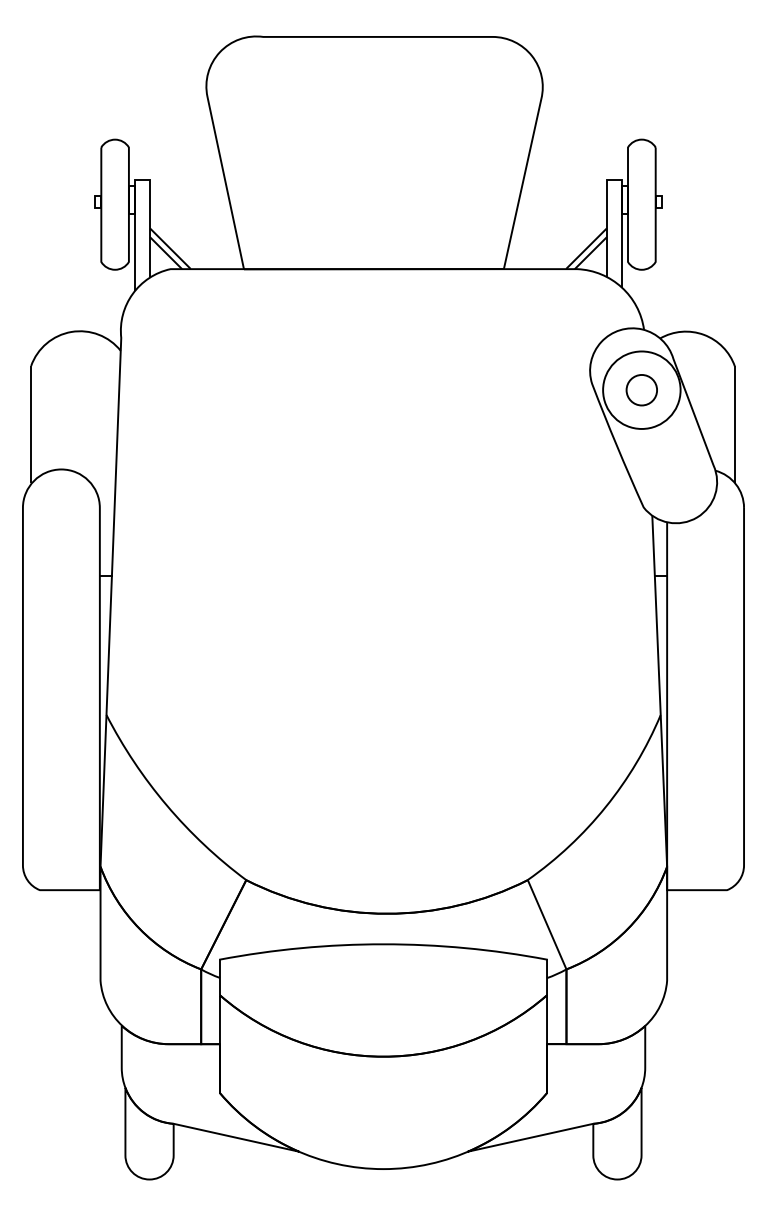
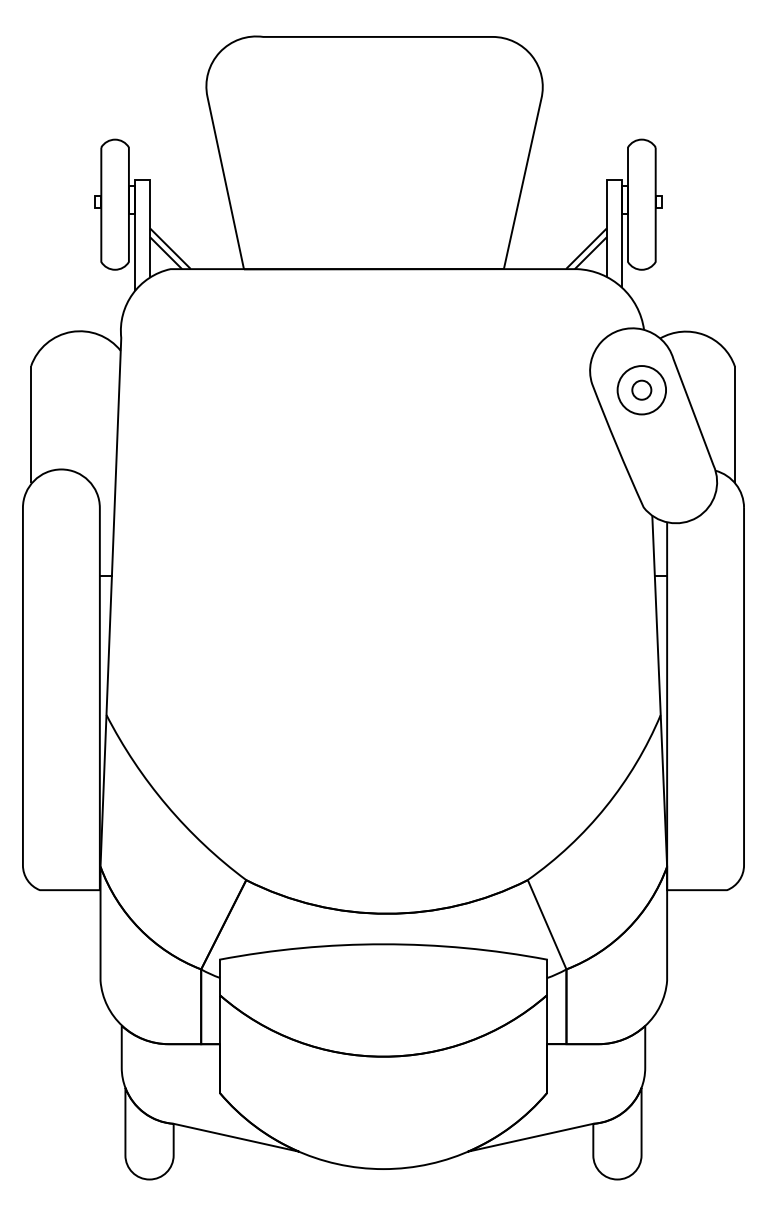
circle at (641, 389) diameter: 31 px -> 19 px
circle at (641, 389) diameter: 77 px -> 48 px
